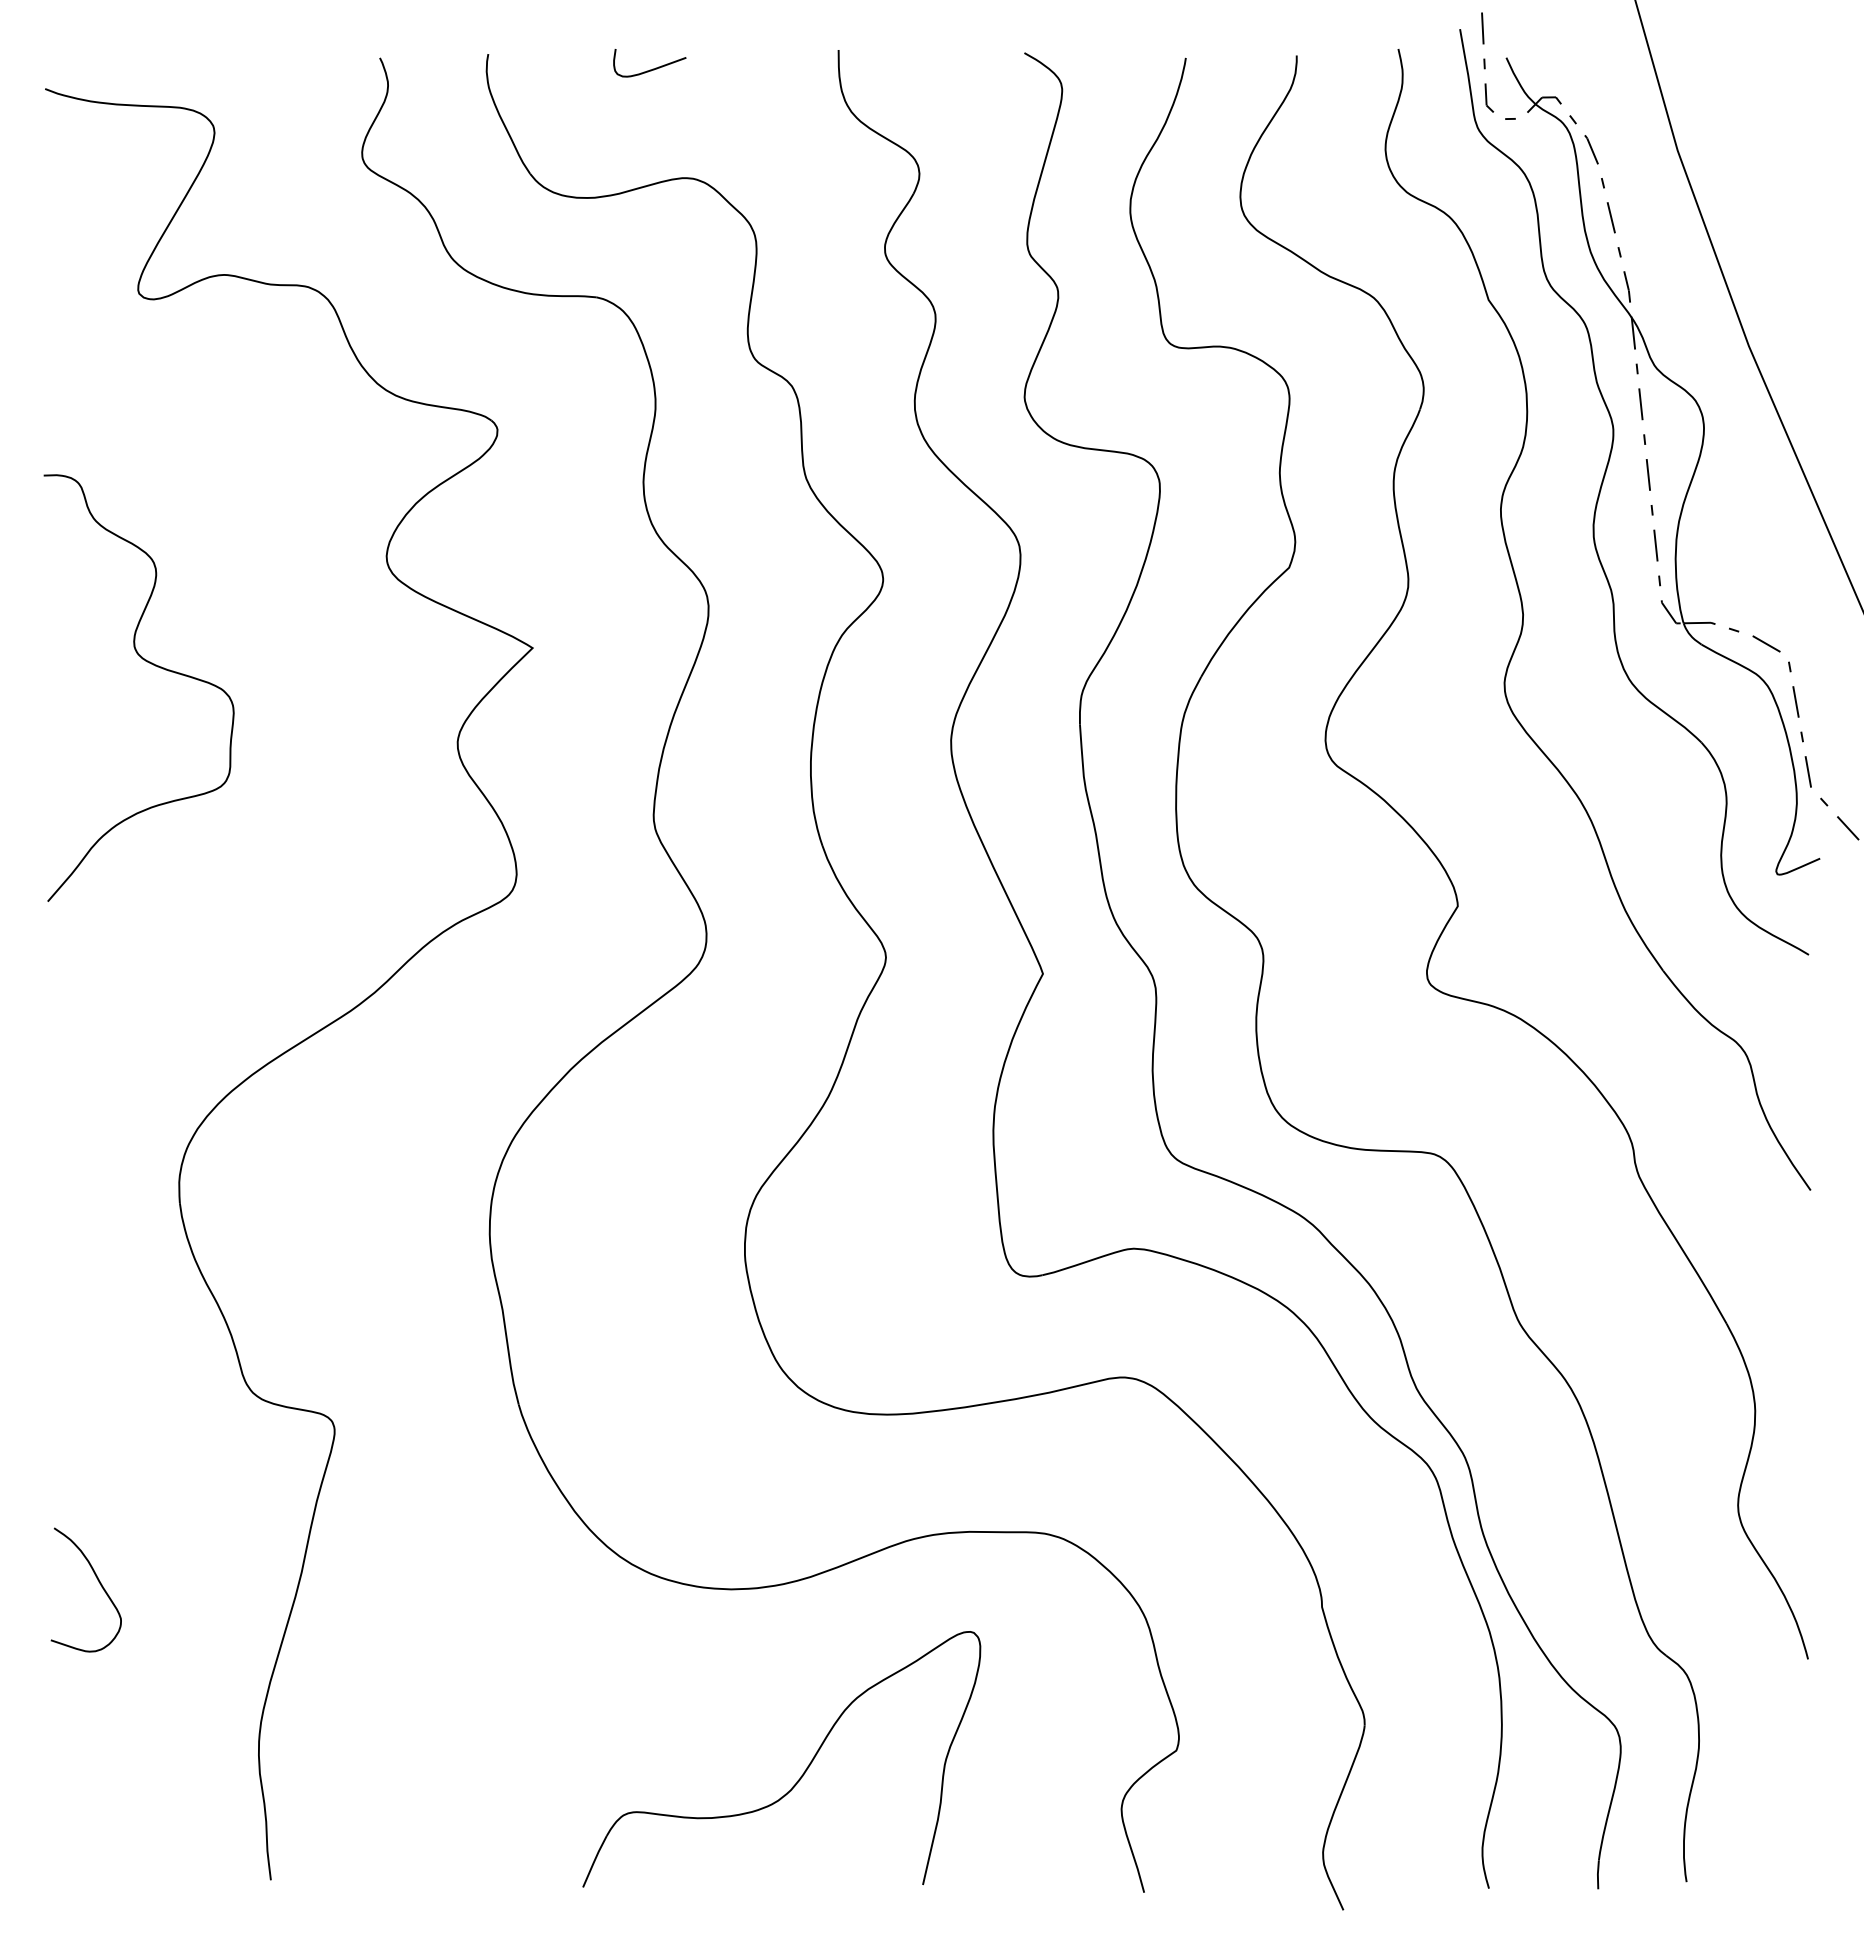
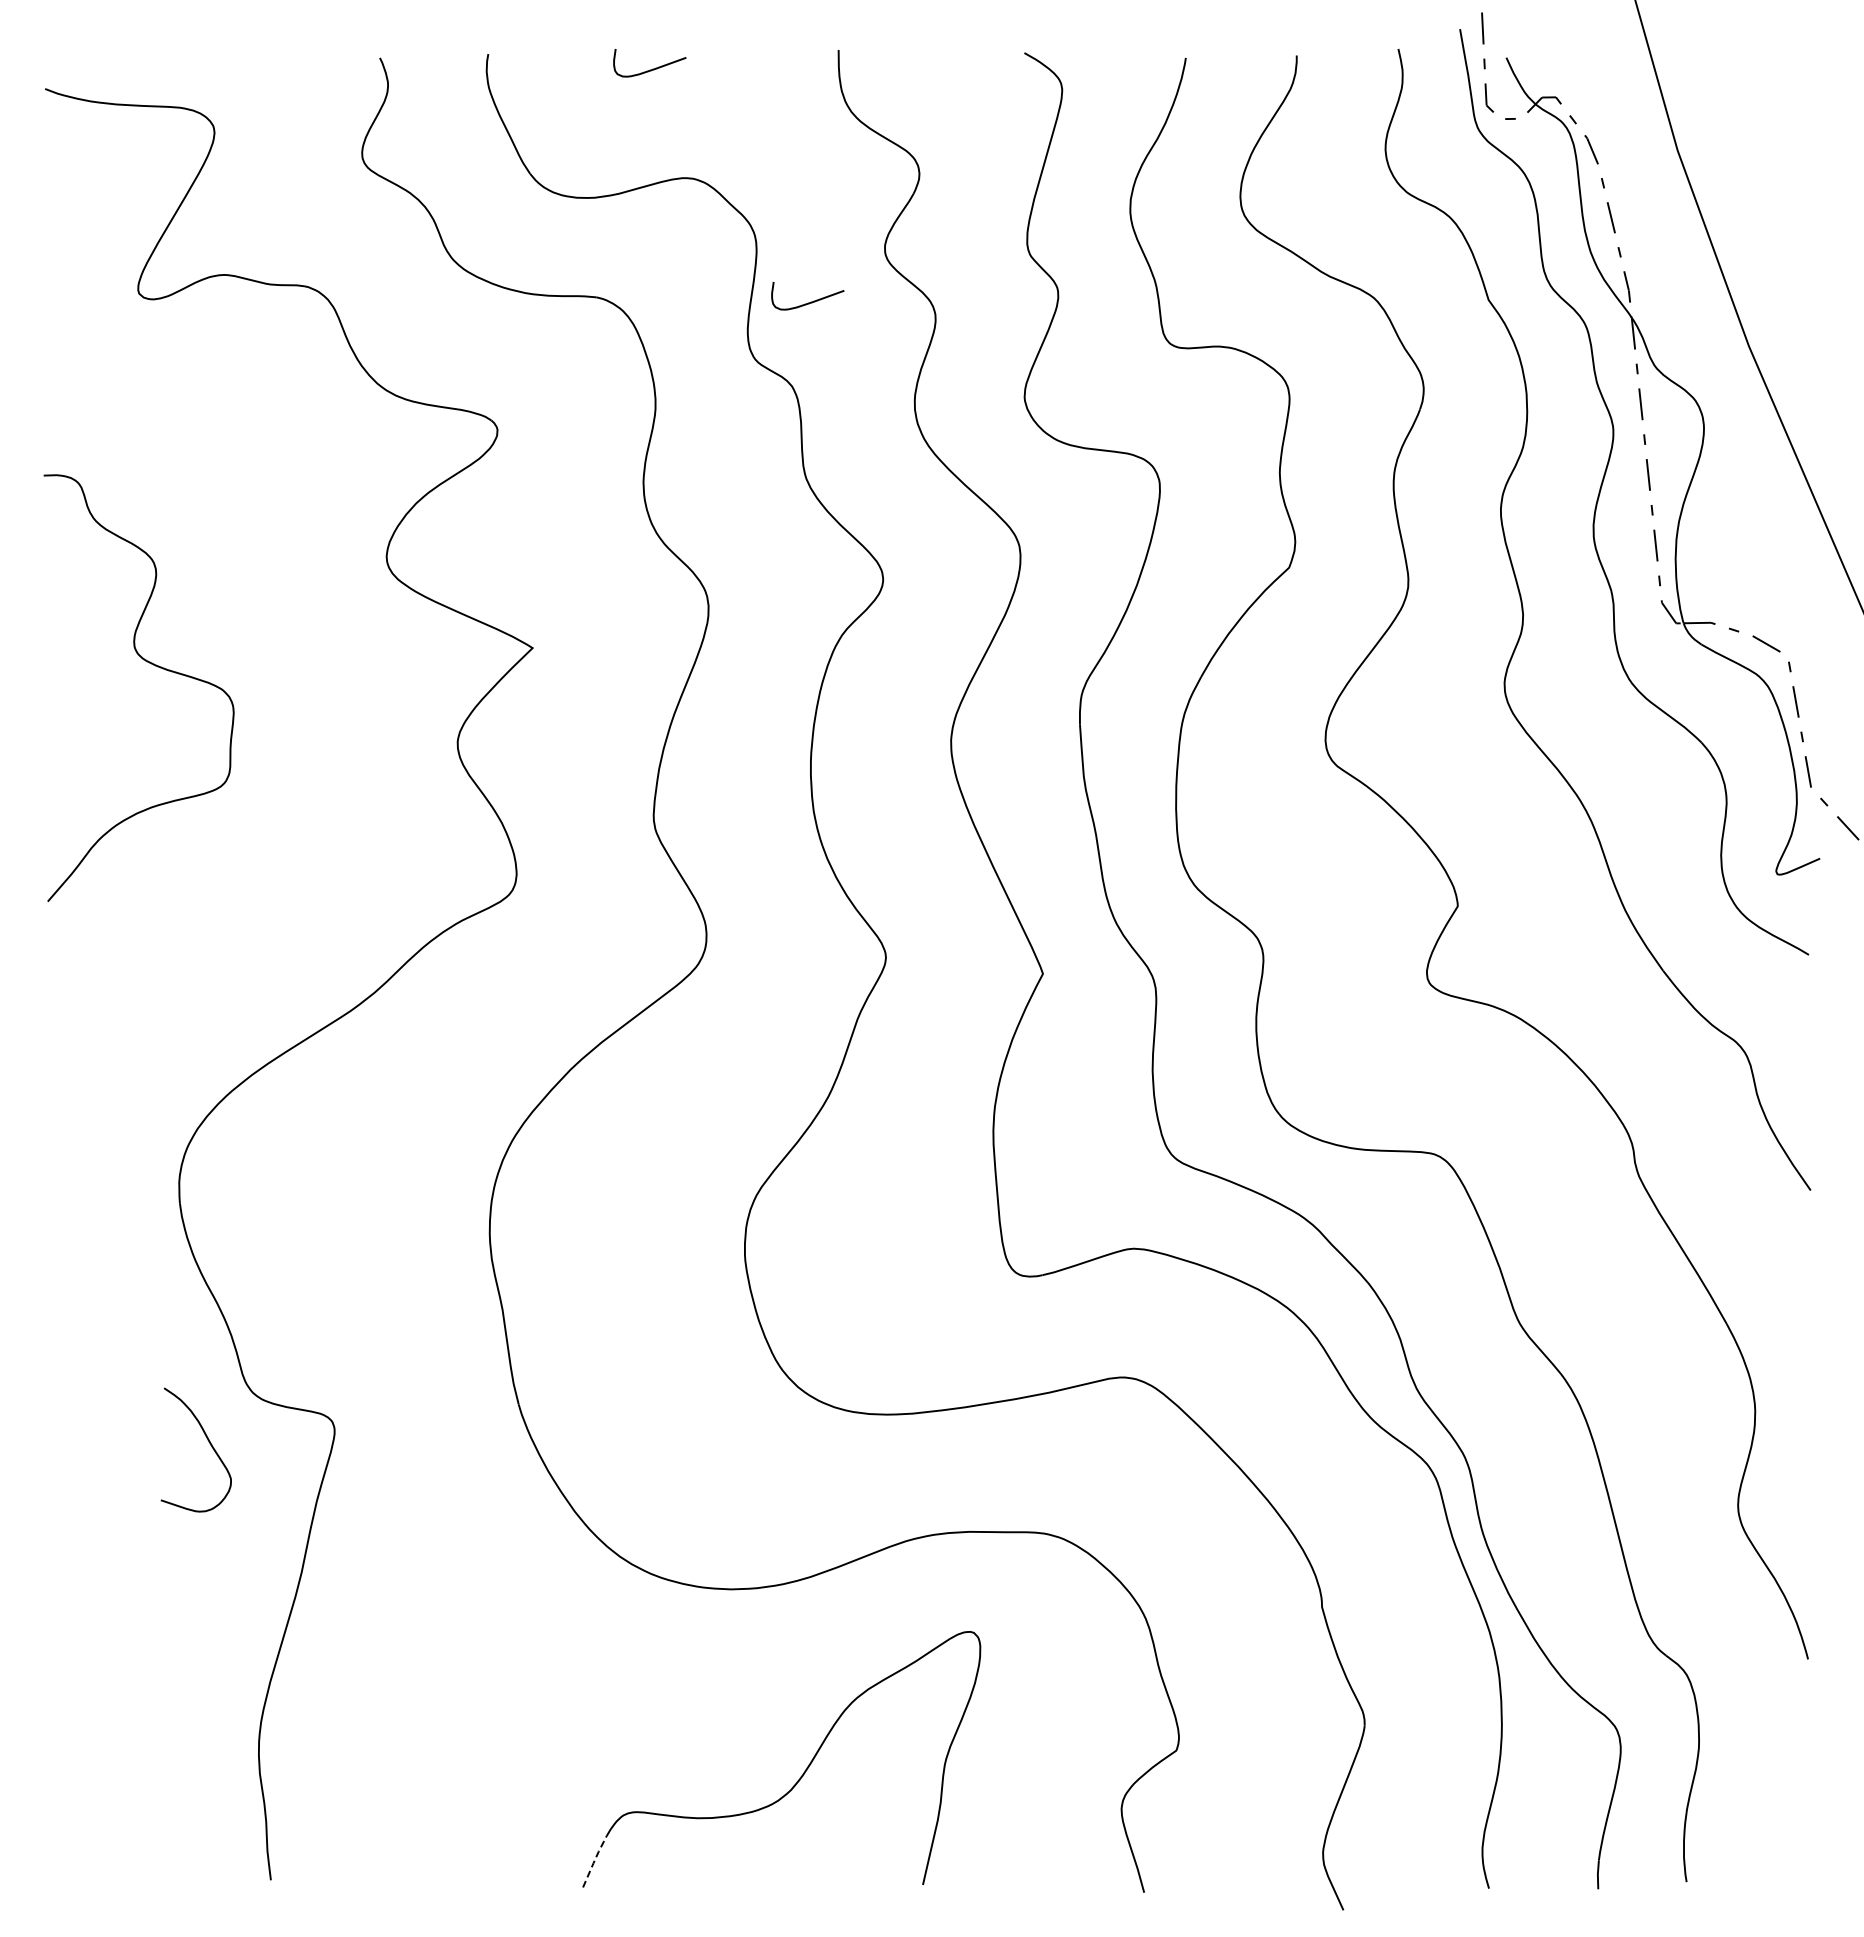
curve at (810, 301): none -> present
curve at (98, 1582) position: (98, 1582) -> (208, 1442)
line at (594, 1861): solid -> dashed
